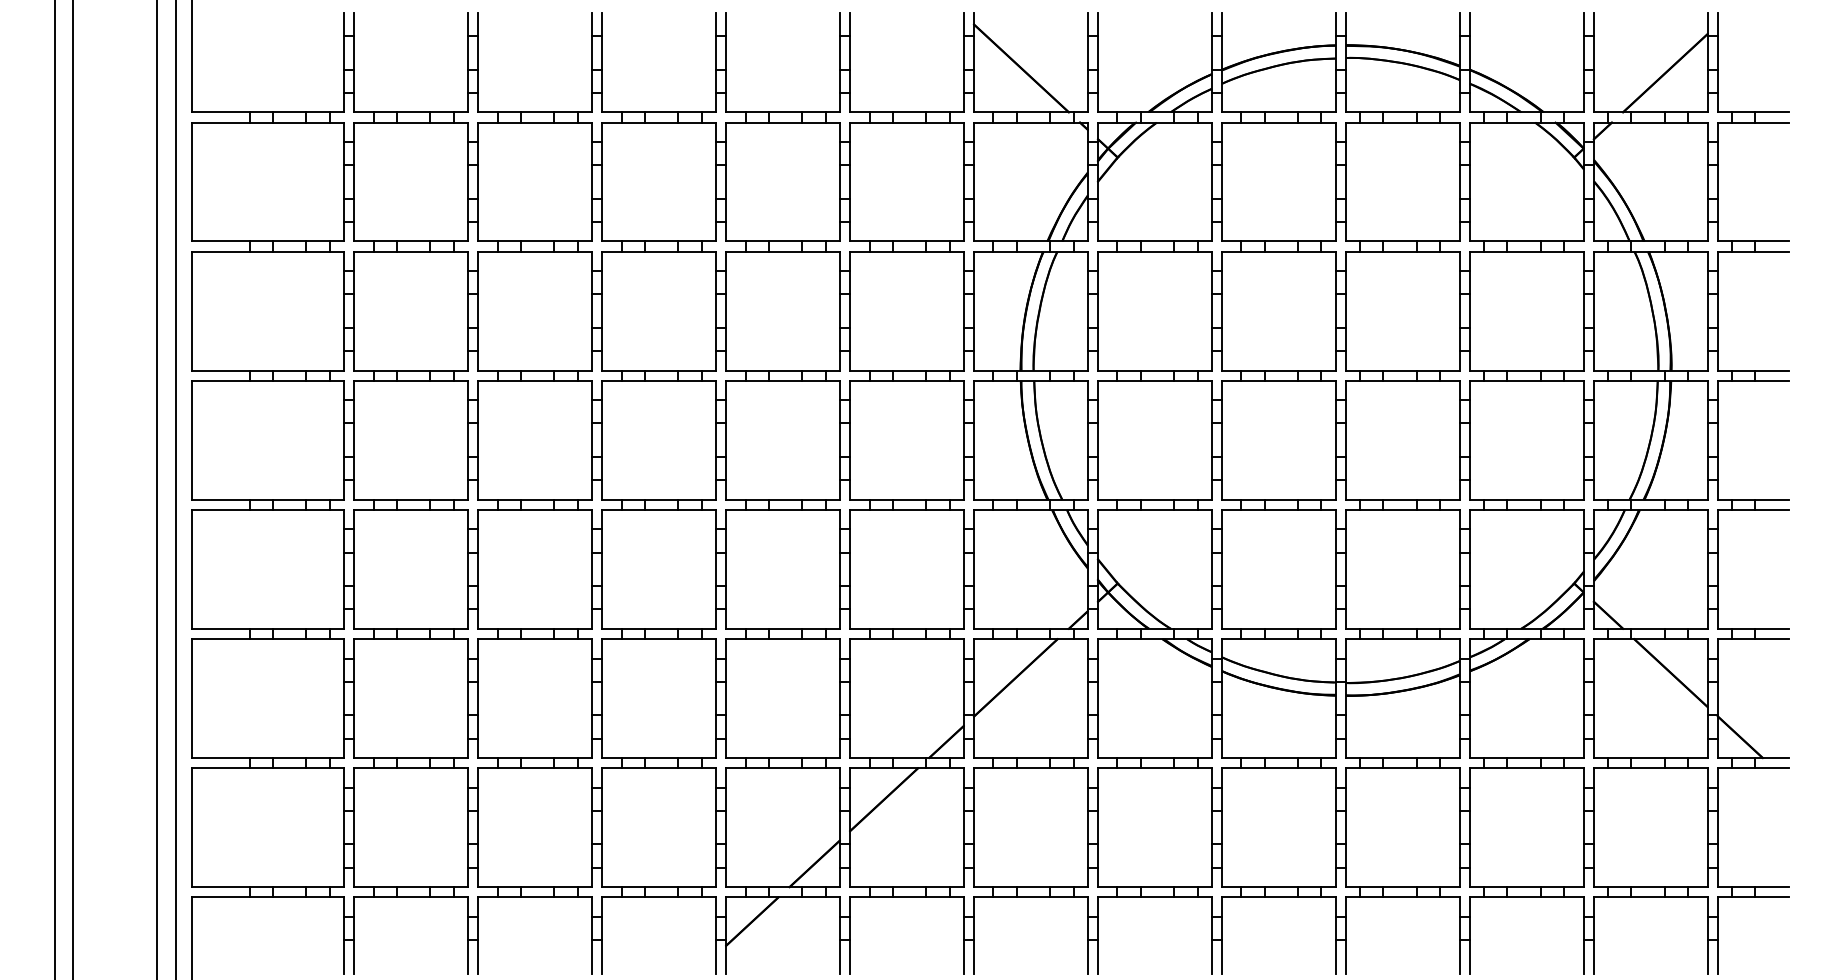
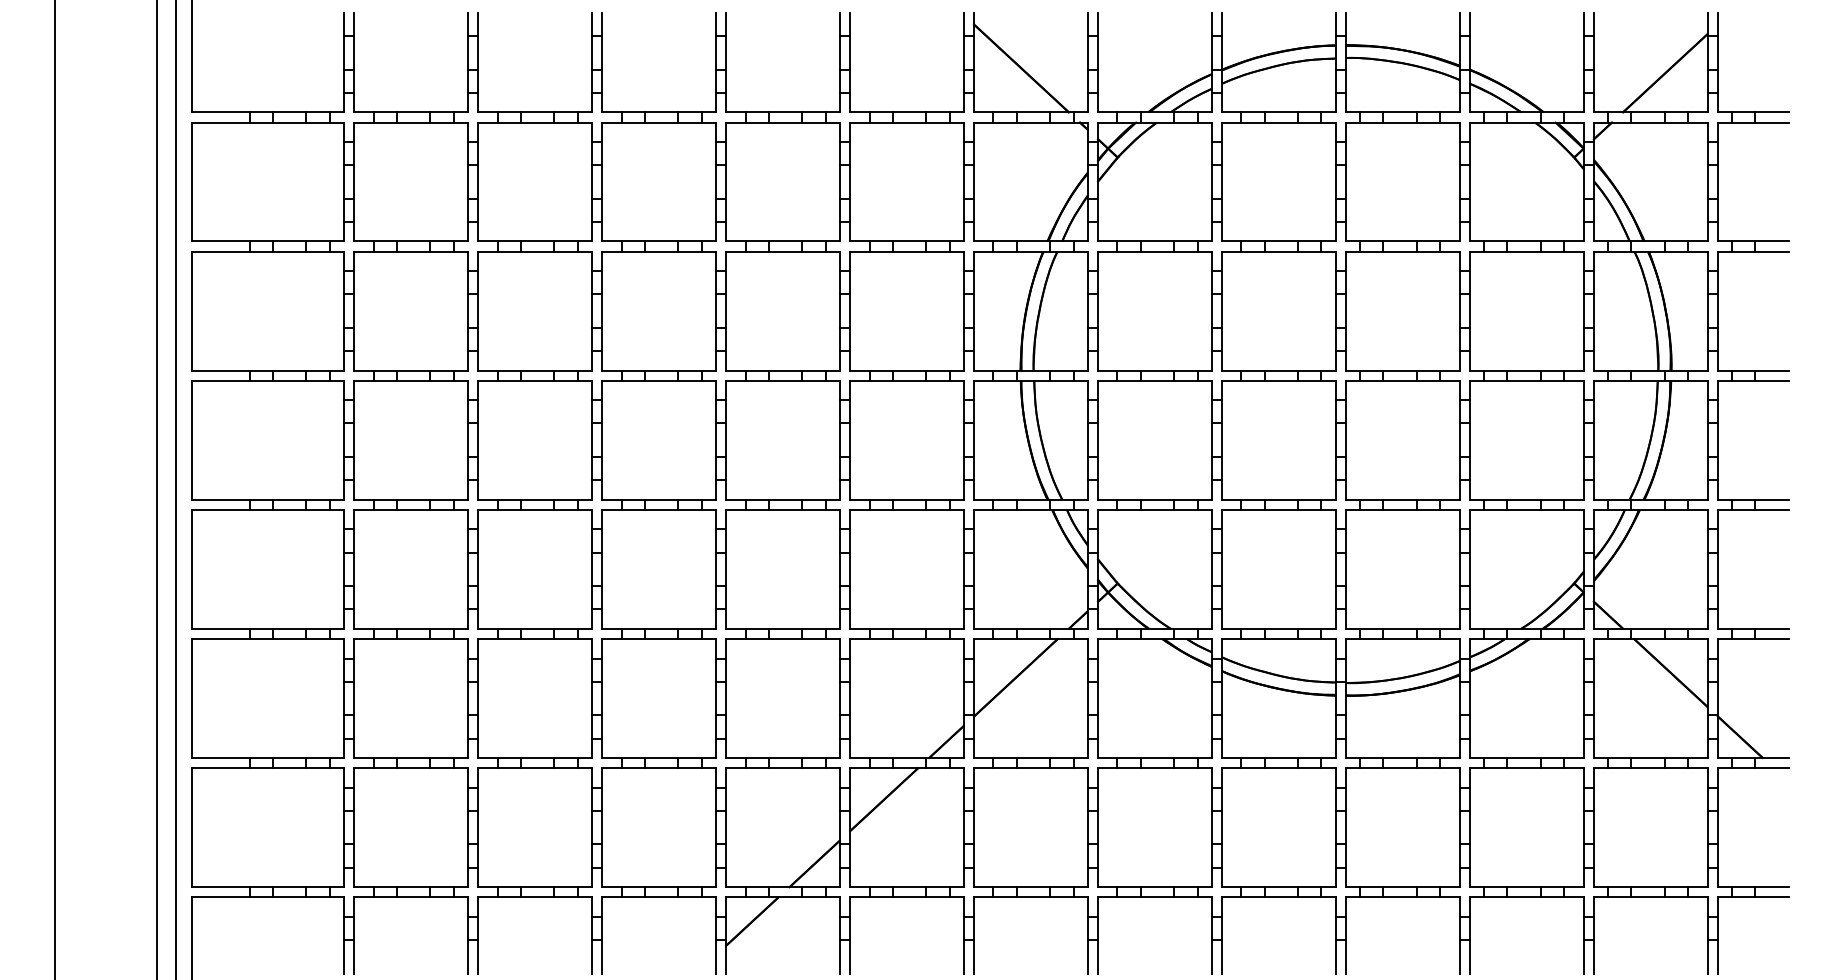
line at (73, 489): present -> none
